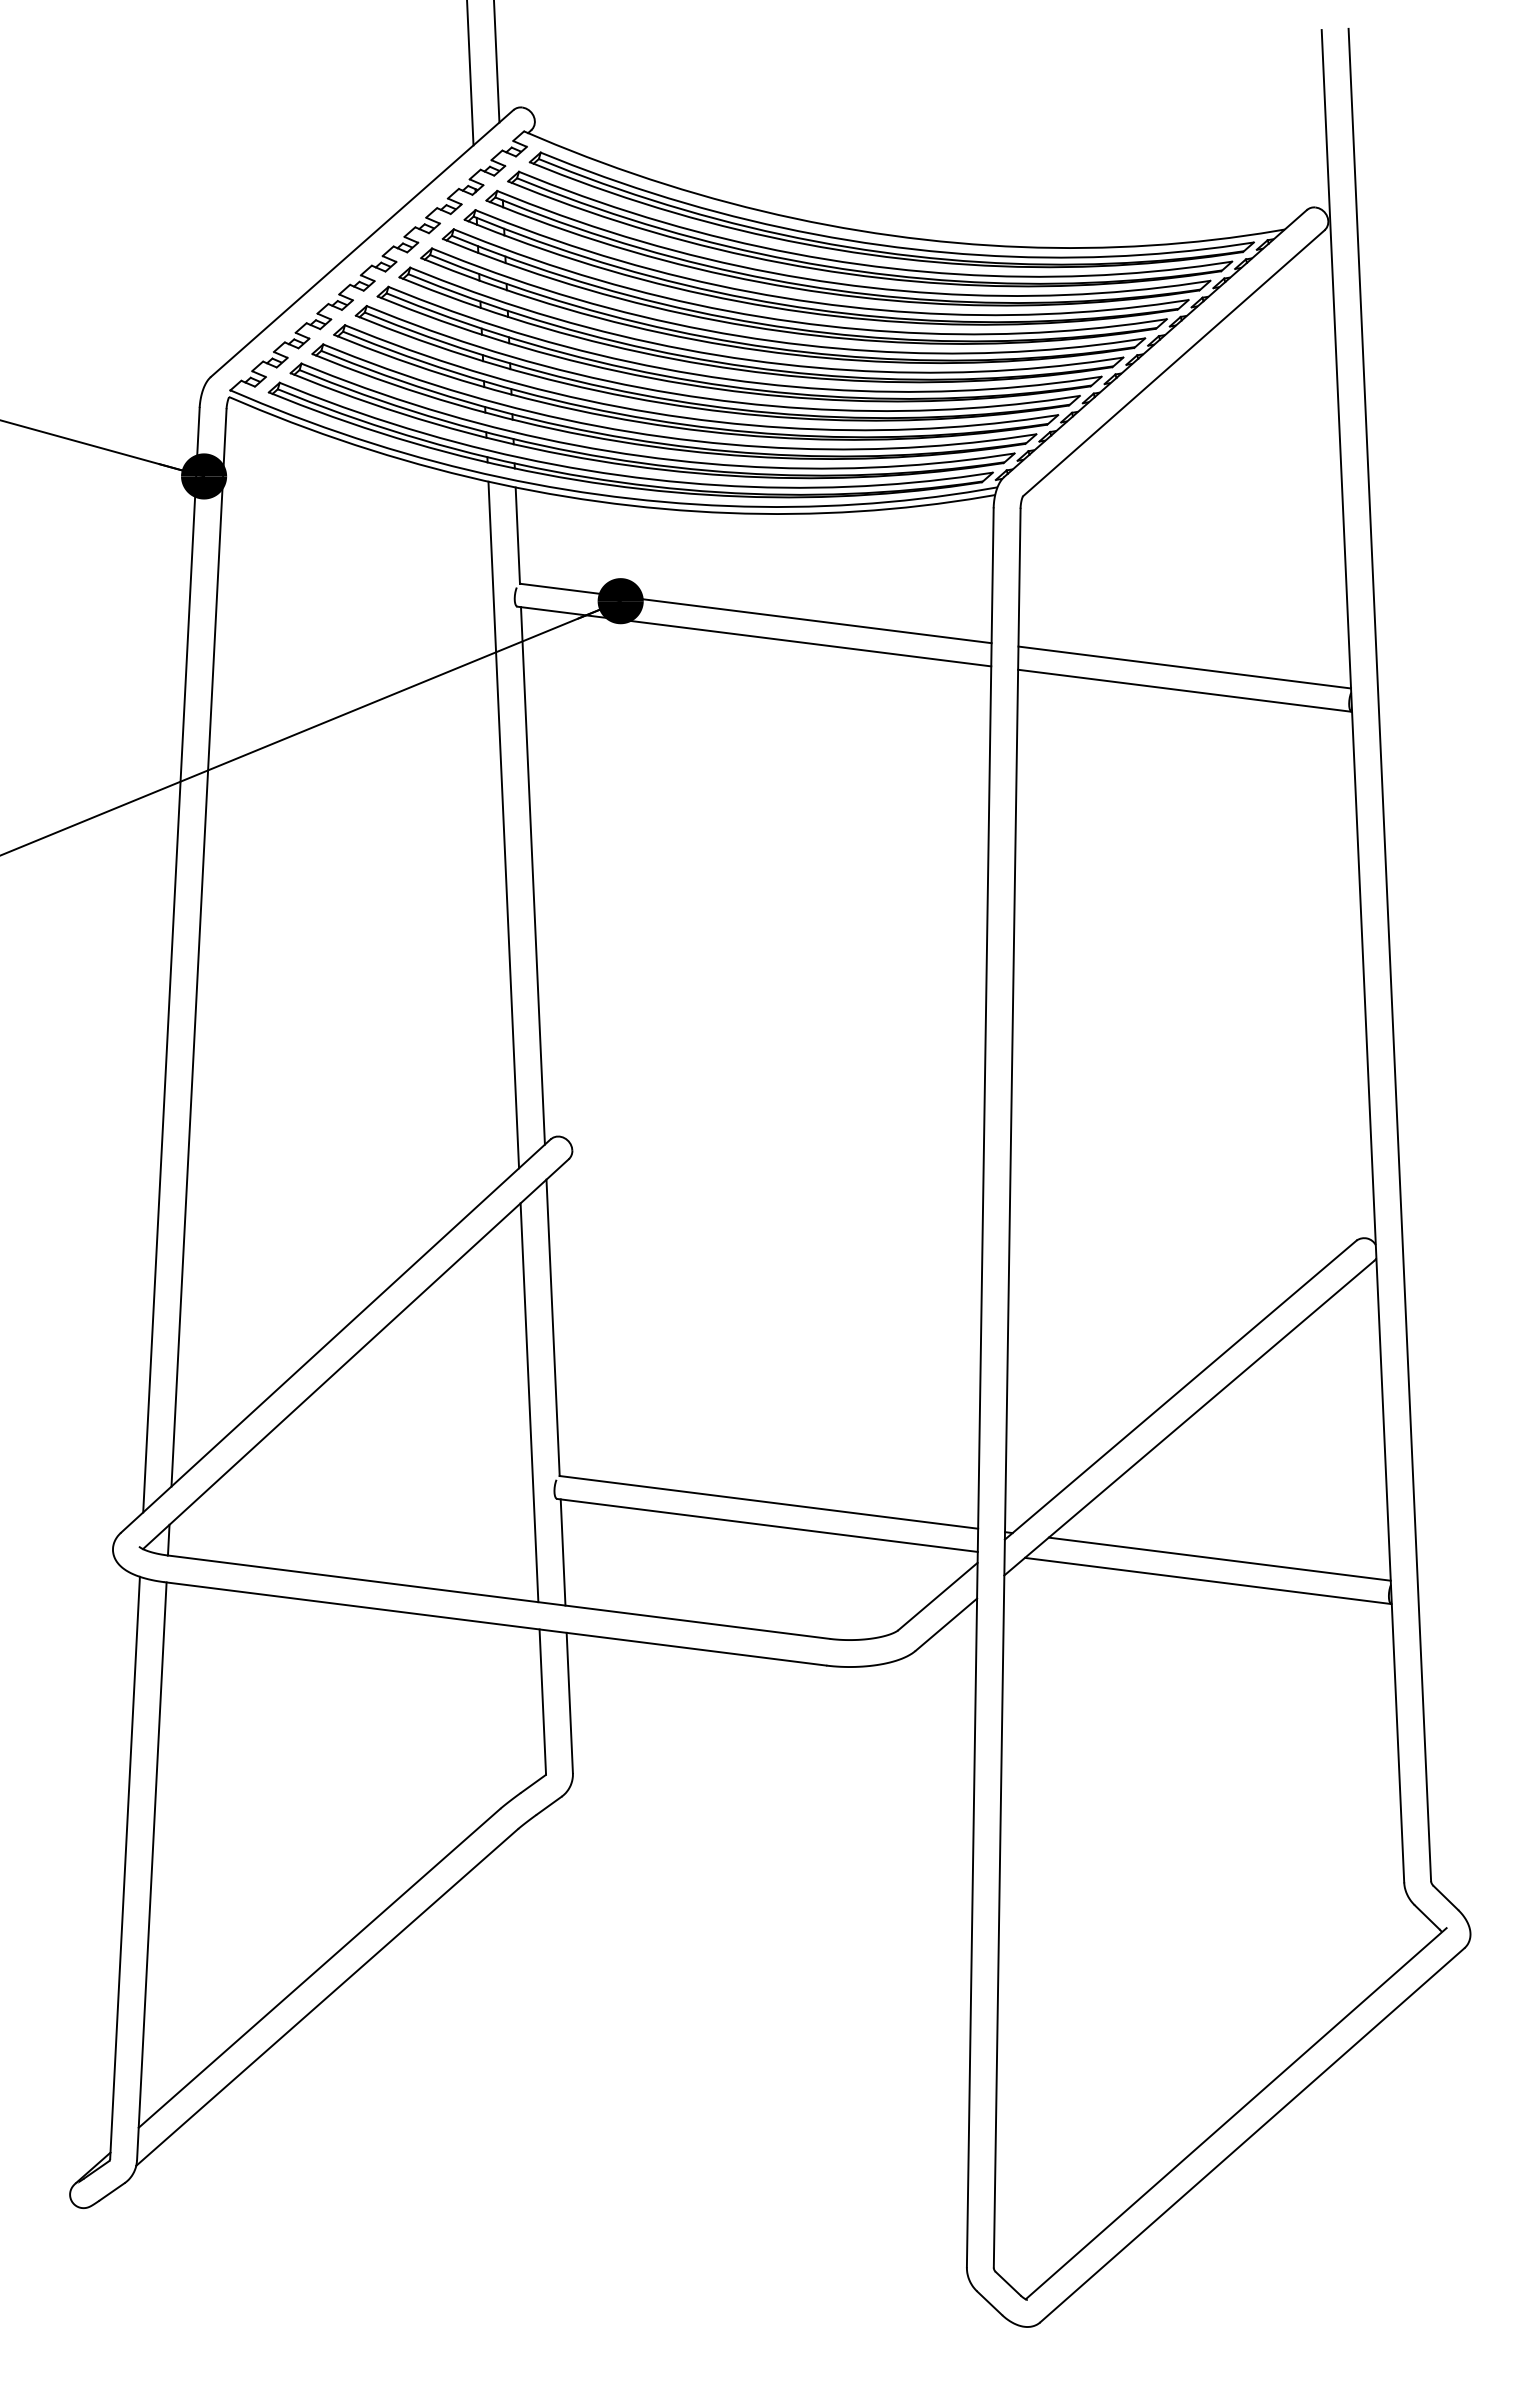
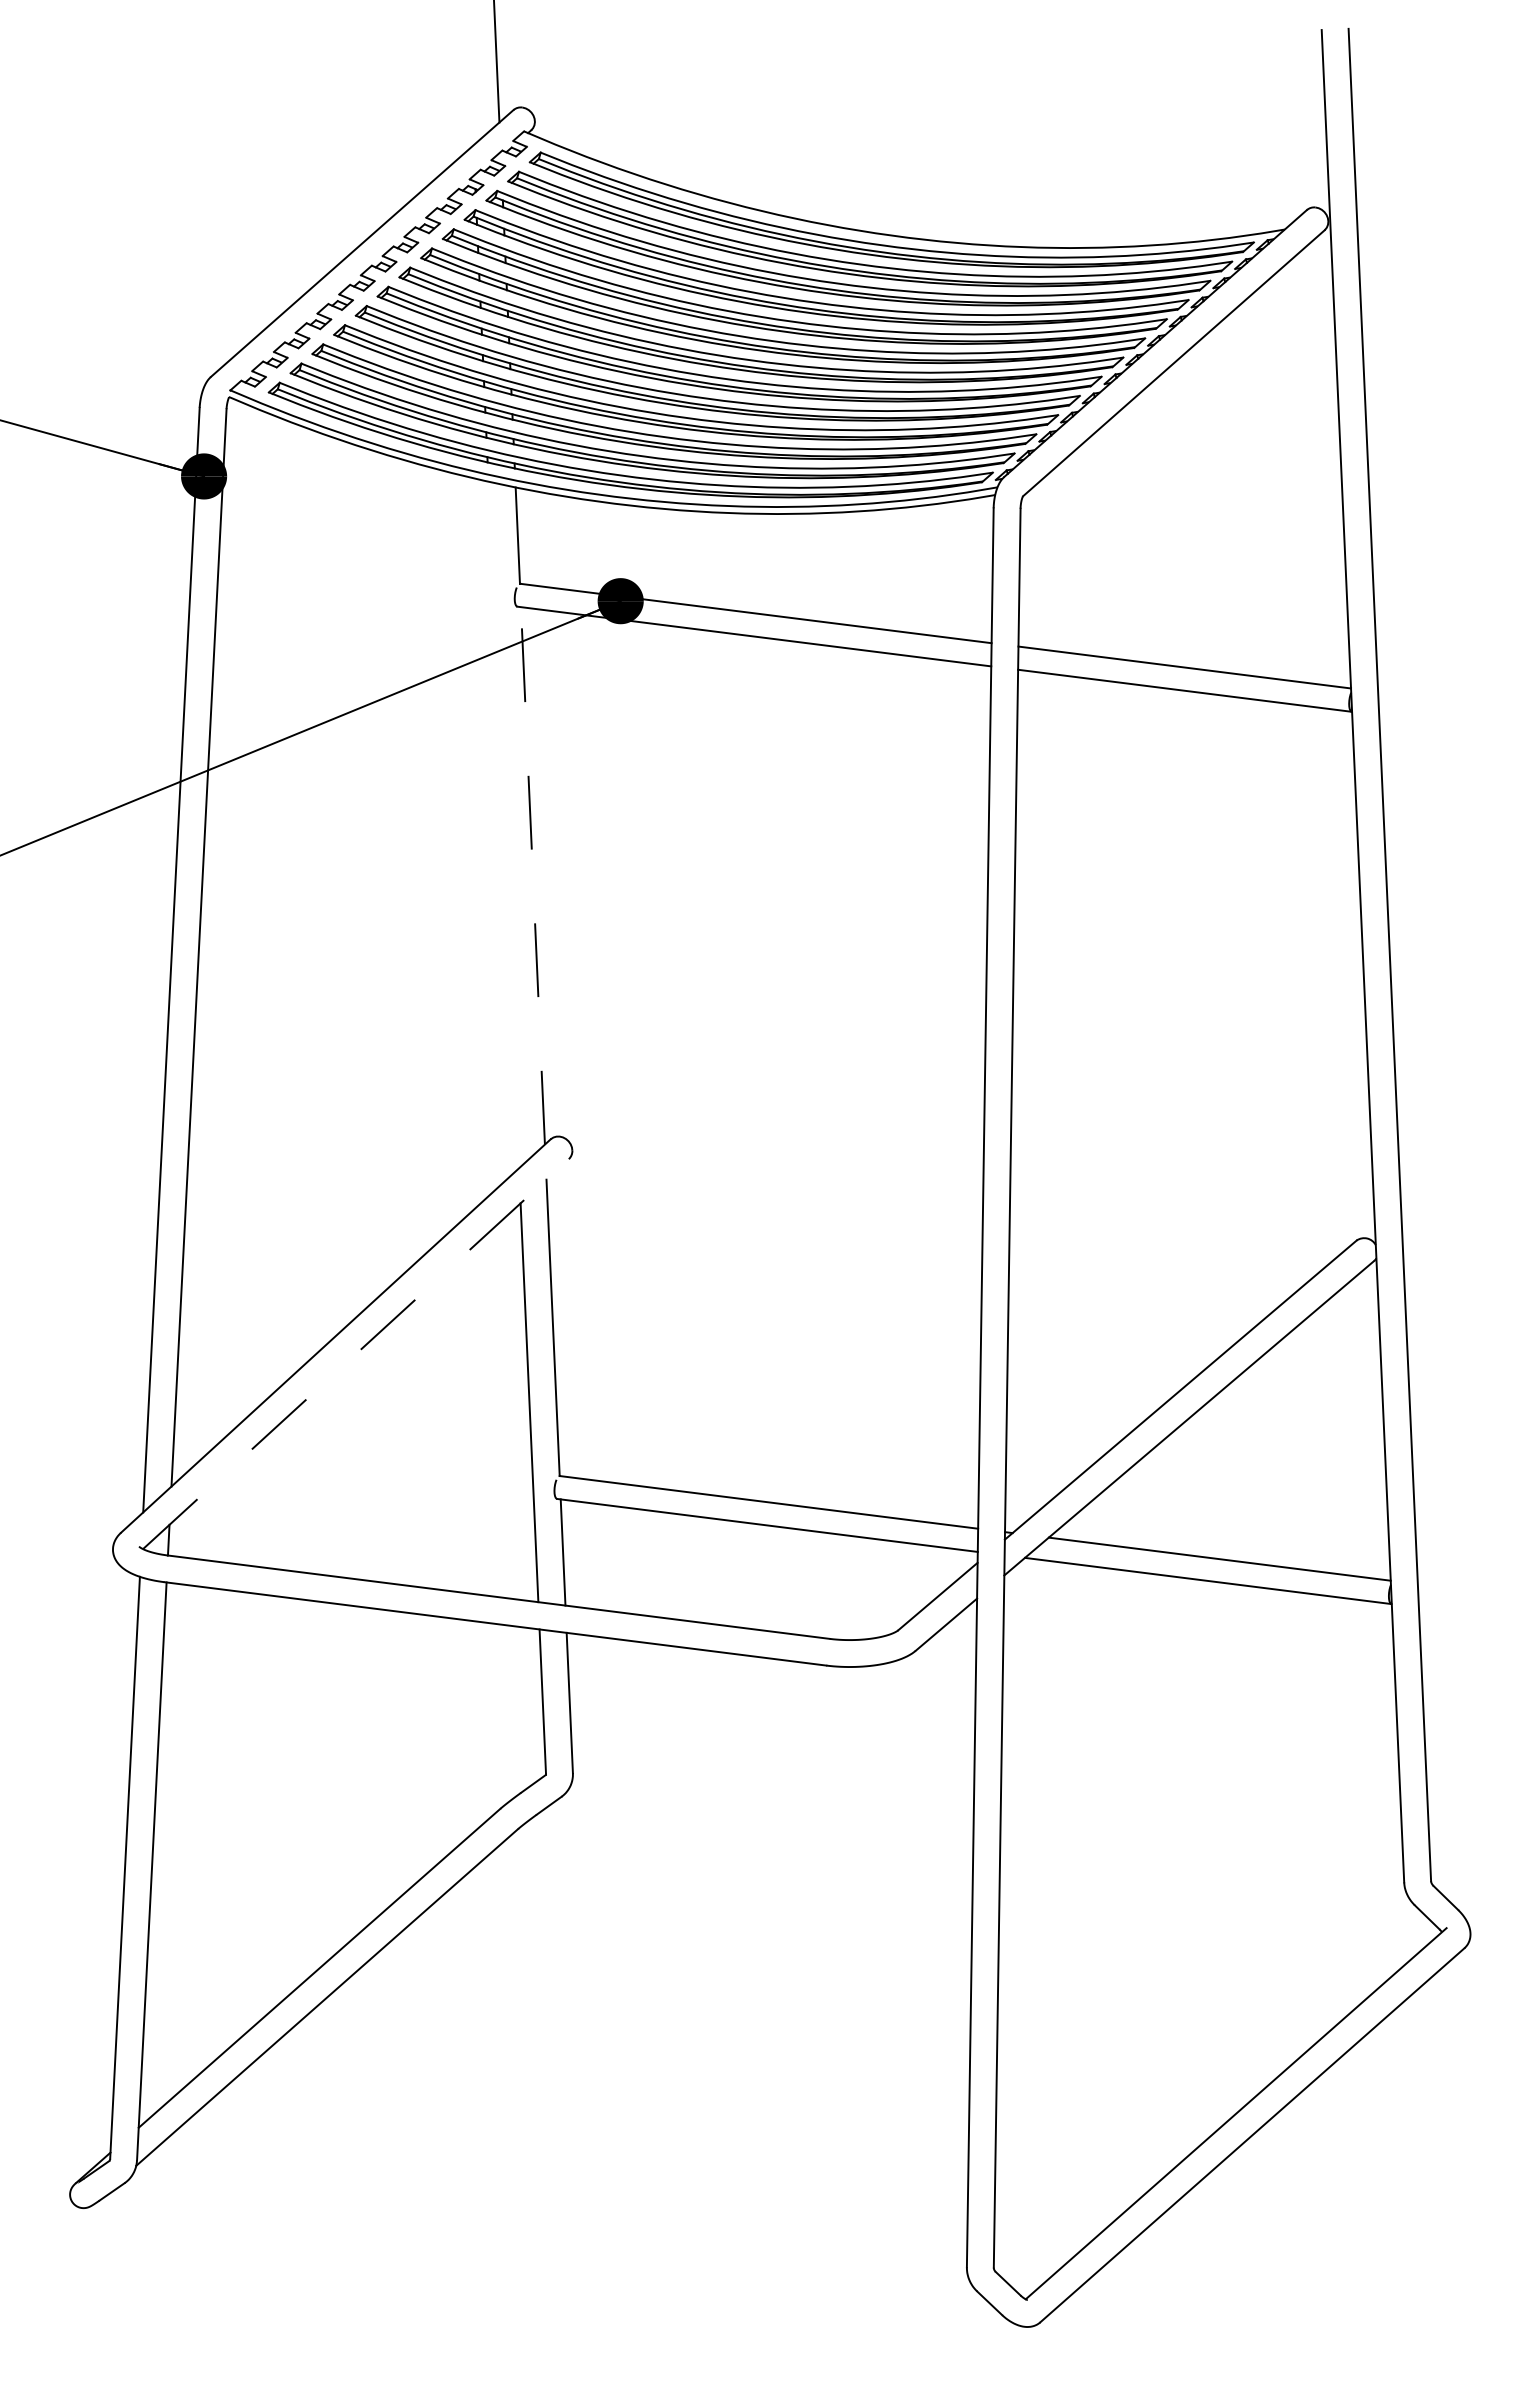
line at (470, 73): present -> none
line at (503, 824): present -> none
line at (532, 875): solid -> dashed
line at (355, 1354): solid -> dashed
